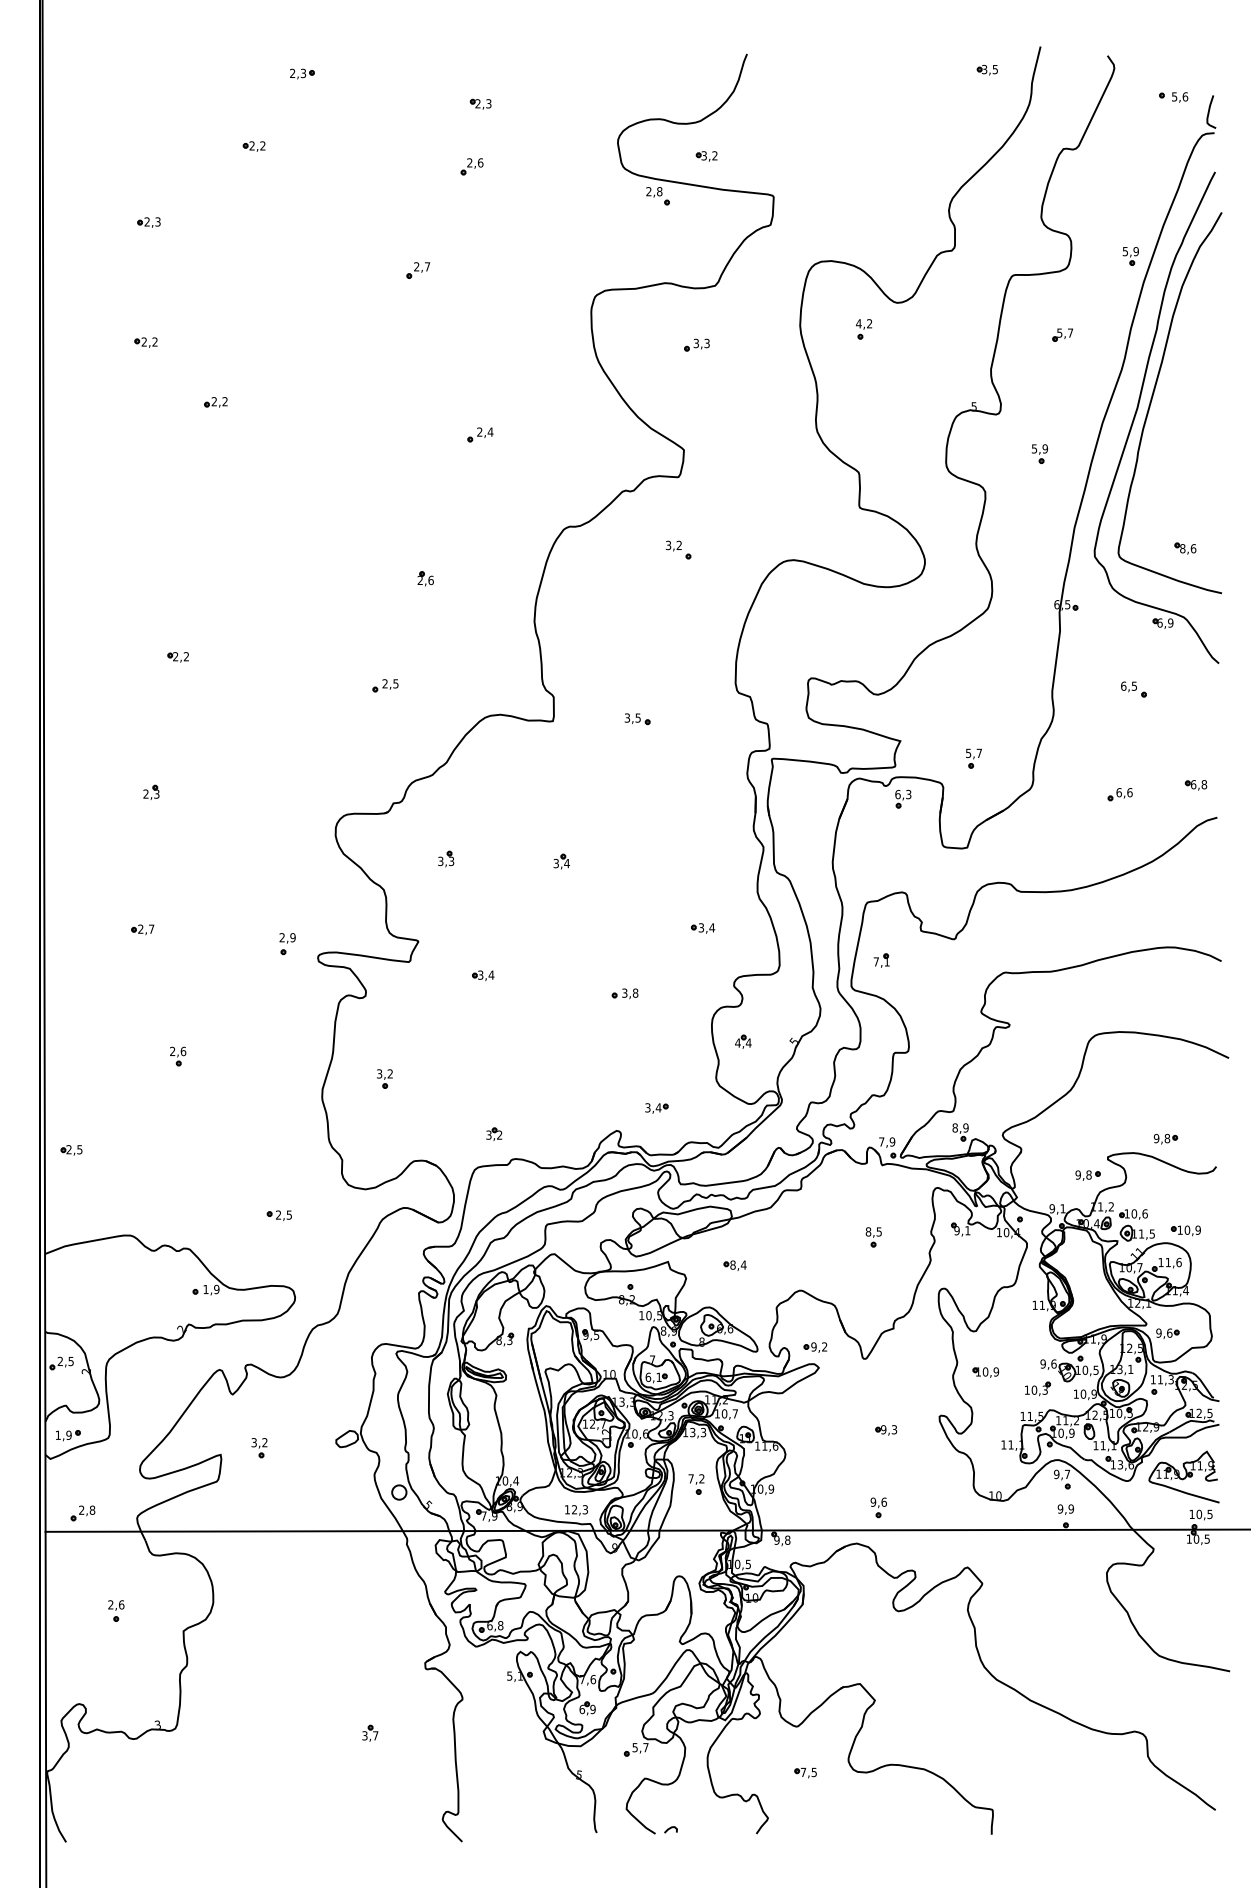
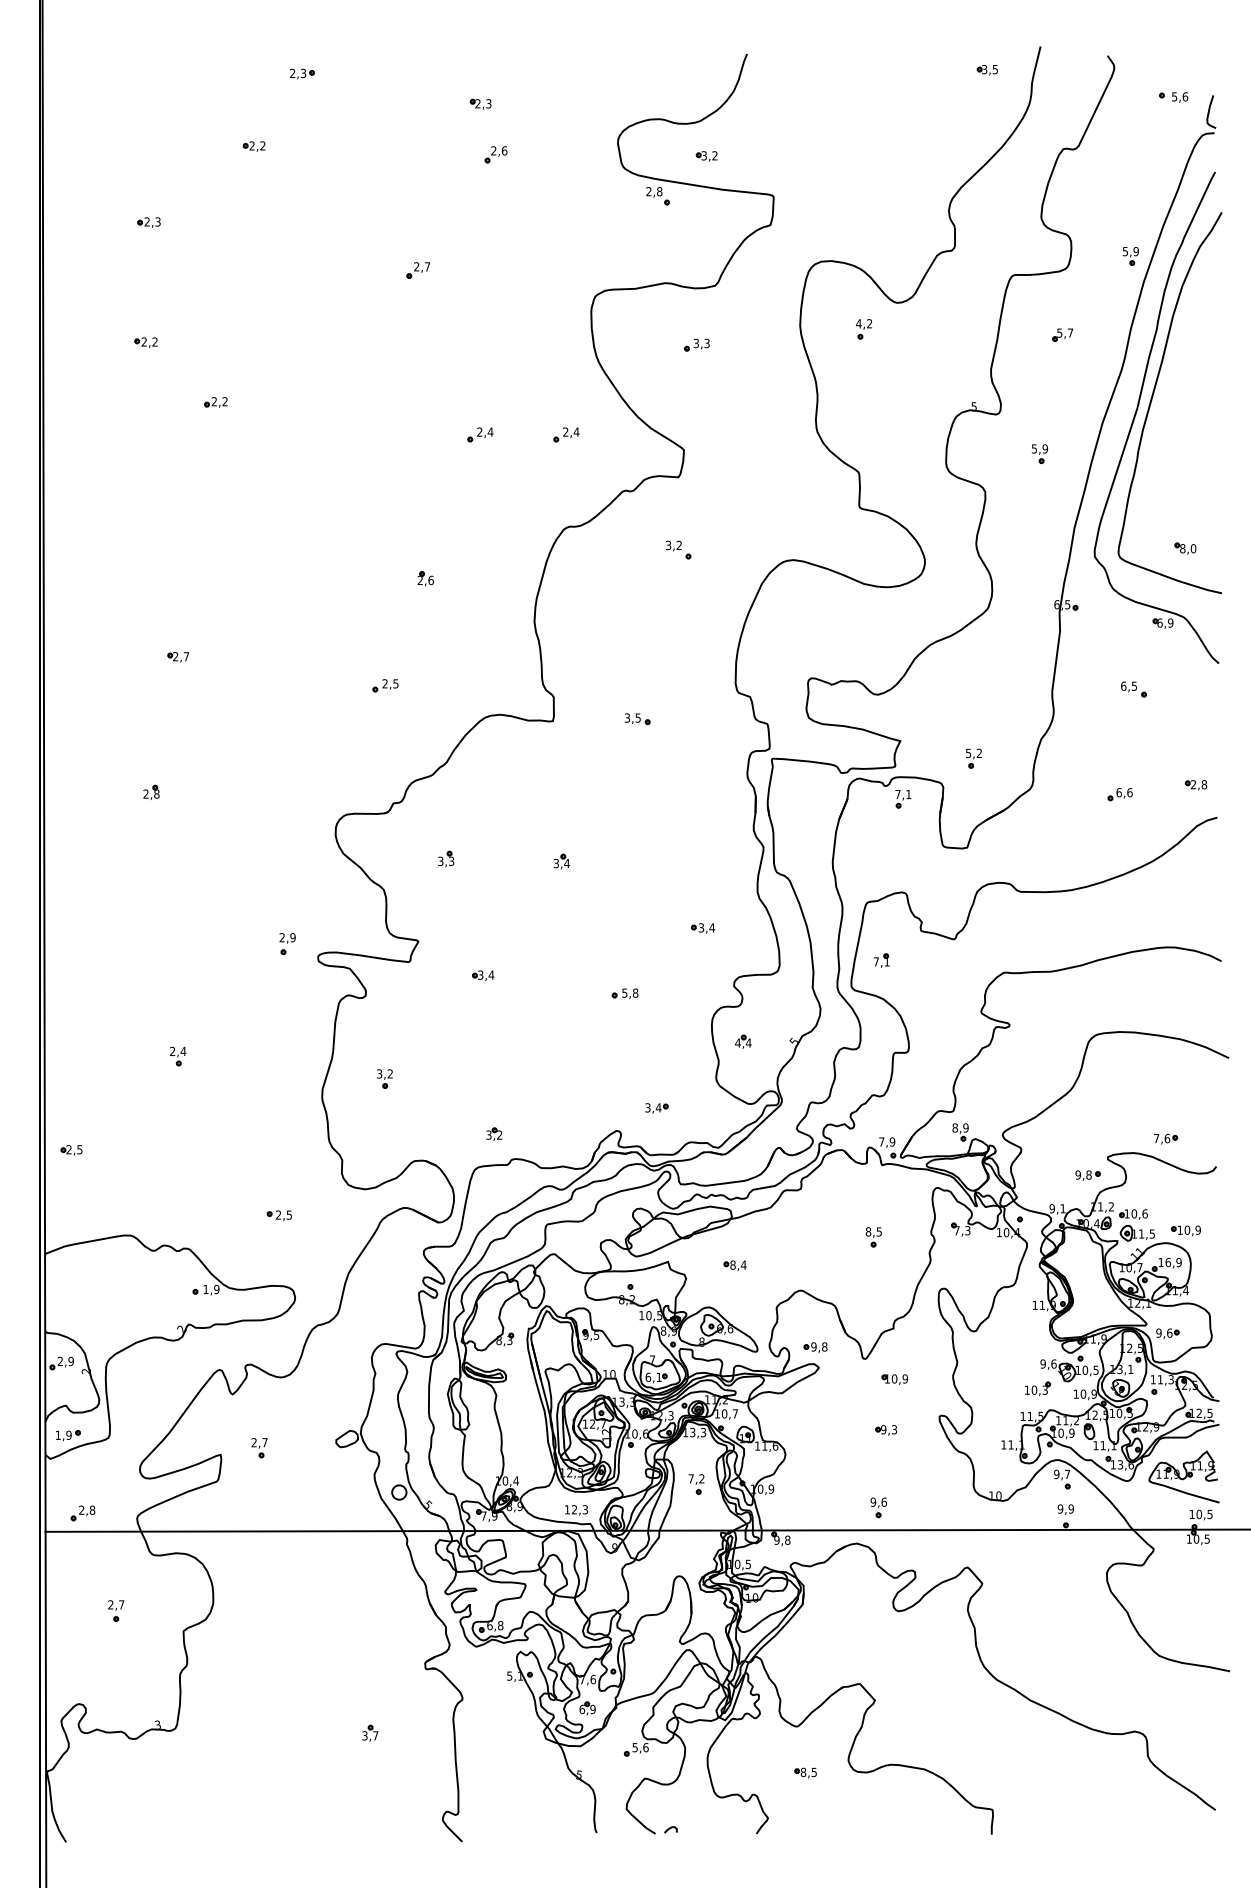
part at (471, 166) position: (471, 166) -> (495, 154)
part at (566, 434): none -> present
text at (1193, 548): 8,6 -> 8,0
text at (186, 656): 2,2 -> 2,7
text at (978, 752): 5,7 -> 5,2
text at (1193, 784): 6,8 -> 2,8
text at (156, 794): 2,3 -> 2,8
text at (903, 794): 6,3 -> 7,1
part at (142, 929): present -> none
text at (624, 992): 3,8 -> 5,8
text at (183, 1051): 2,6 -> 2,4
text at (1161, 1138): 9,8 -> 7,6
text at (962, 1230): 9,1 -> 7,3
text at (1173, 1262): 11,6 -> 16,9
text at (824, 1346): 9,2 -> 9,8
text at (70, 1360): 2,5 -> 2,9
part at (985, 1372) position: (985, 1372) -> (894, 1379)
text at (259, 1442): 3,2 -> 2,7
text at (121, 1604): 2,6 -> 2,7
text at (645, 1747): 5,7 -> 5,6
text at (803, 1772): 7,5 -> 8,5
